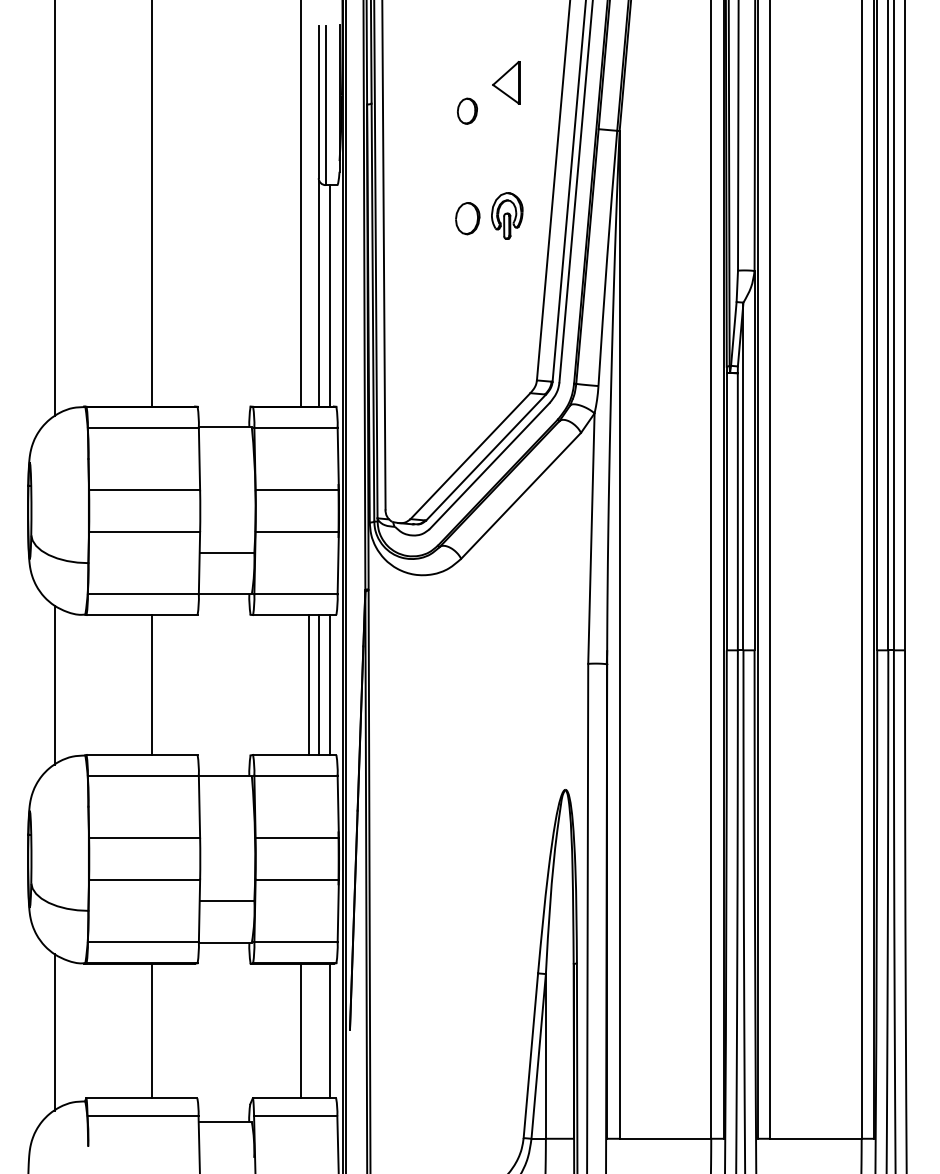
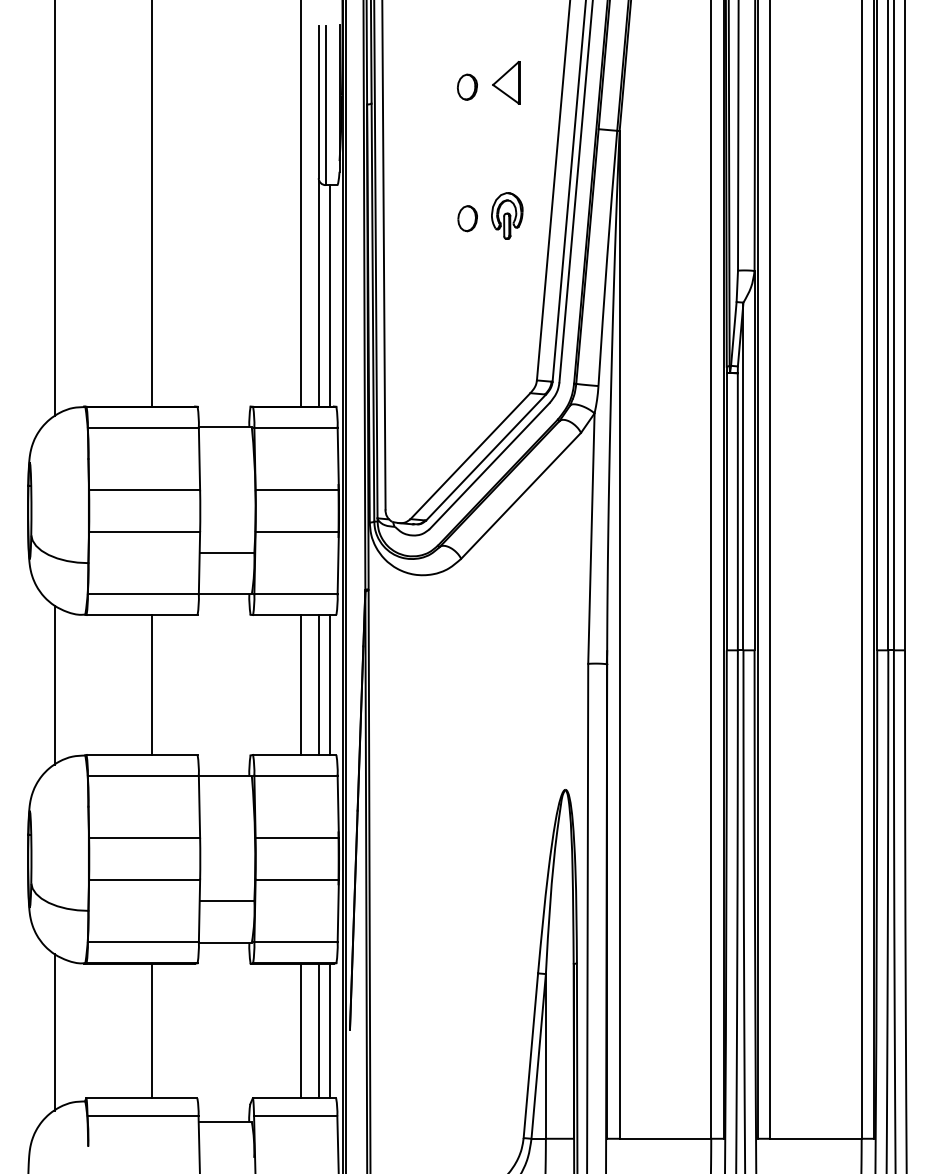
part at (467, 110) position: (467, 110) -> (467, 86)
part at (467, 218) size: 26x34 px -> 21x28 px
line at (308, 684) position: (308, 684) -> (300, 684)
line at (319, 1030): none -> present
